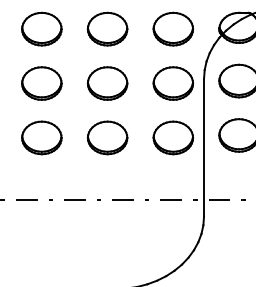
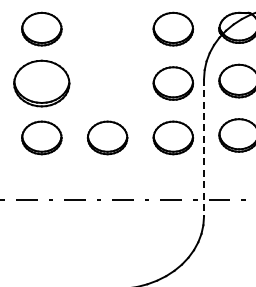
part at (107, 28): present -> none
part at (41, 83) size: 42x35 px -> 58x49 px
part at (107, 83): present -> none
line at (204, 147): solid -> dashed
